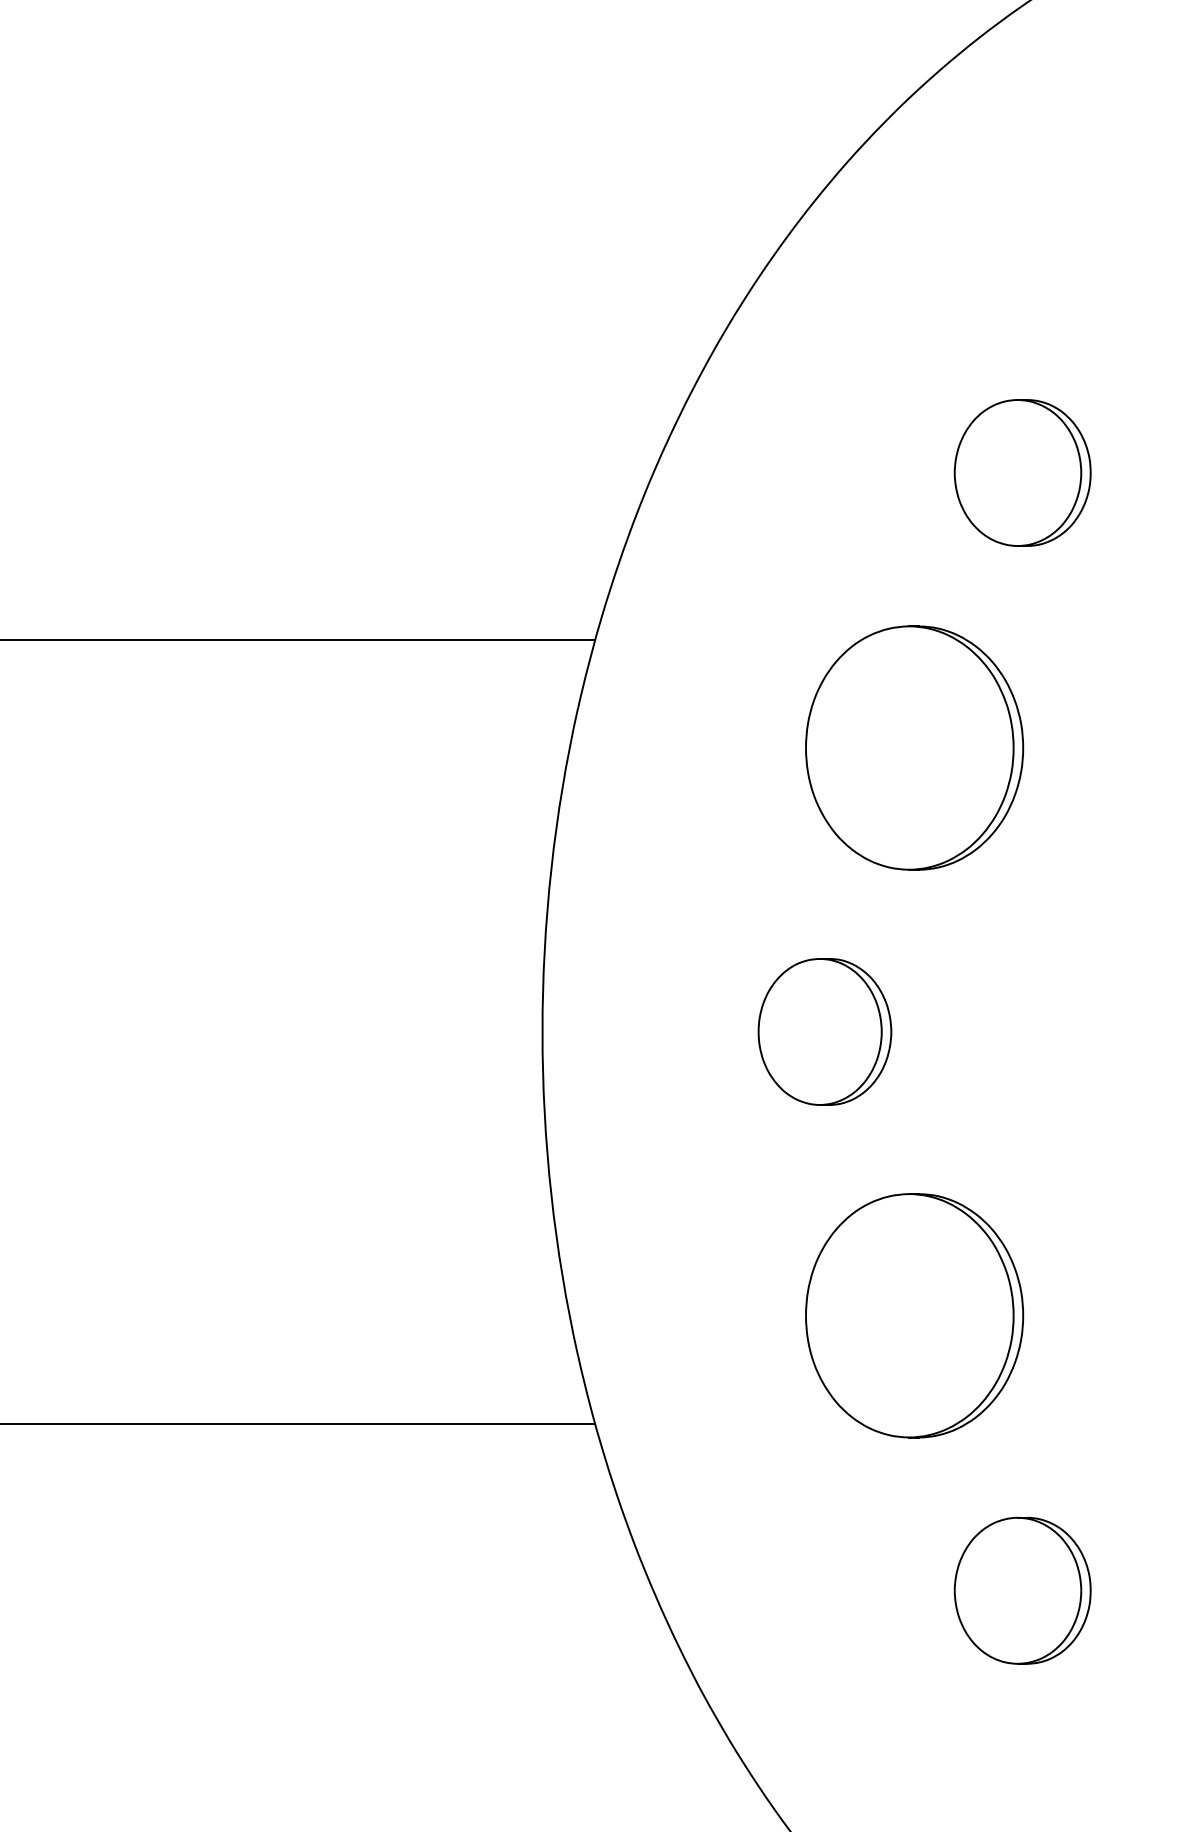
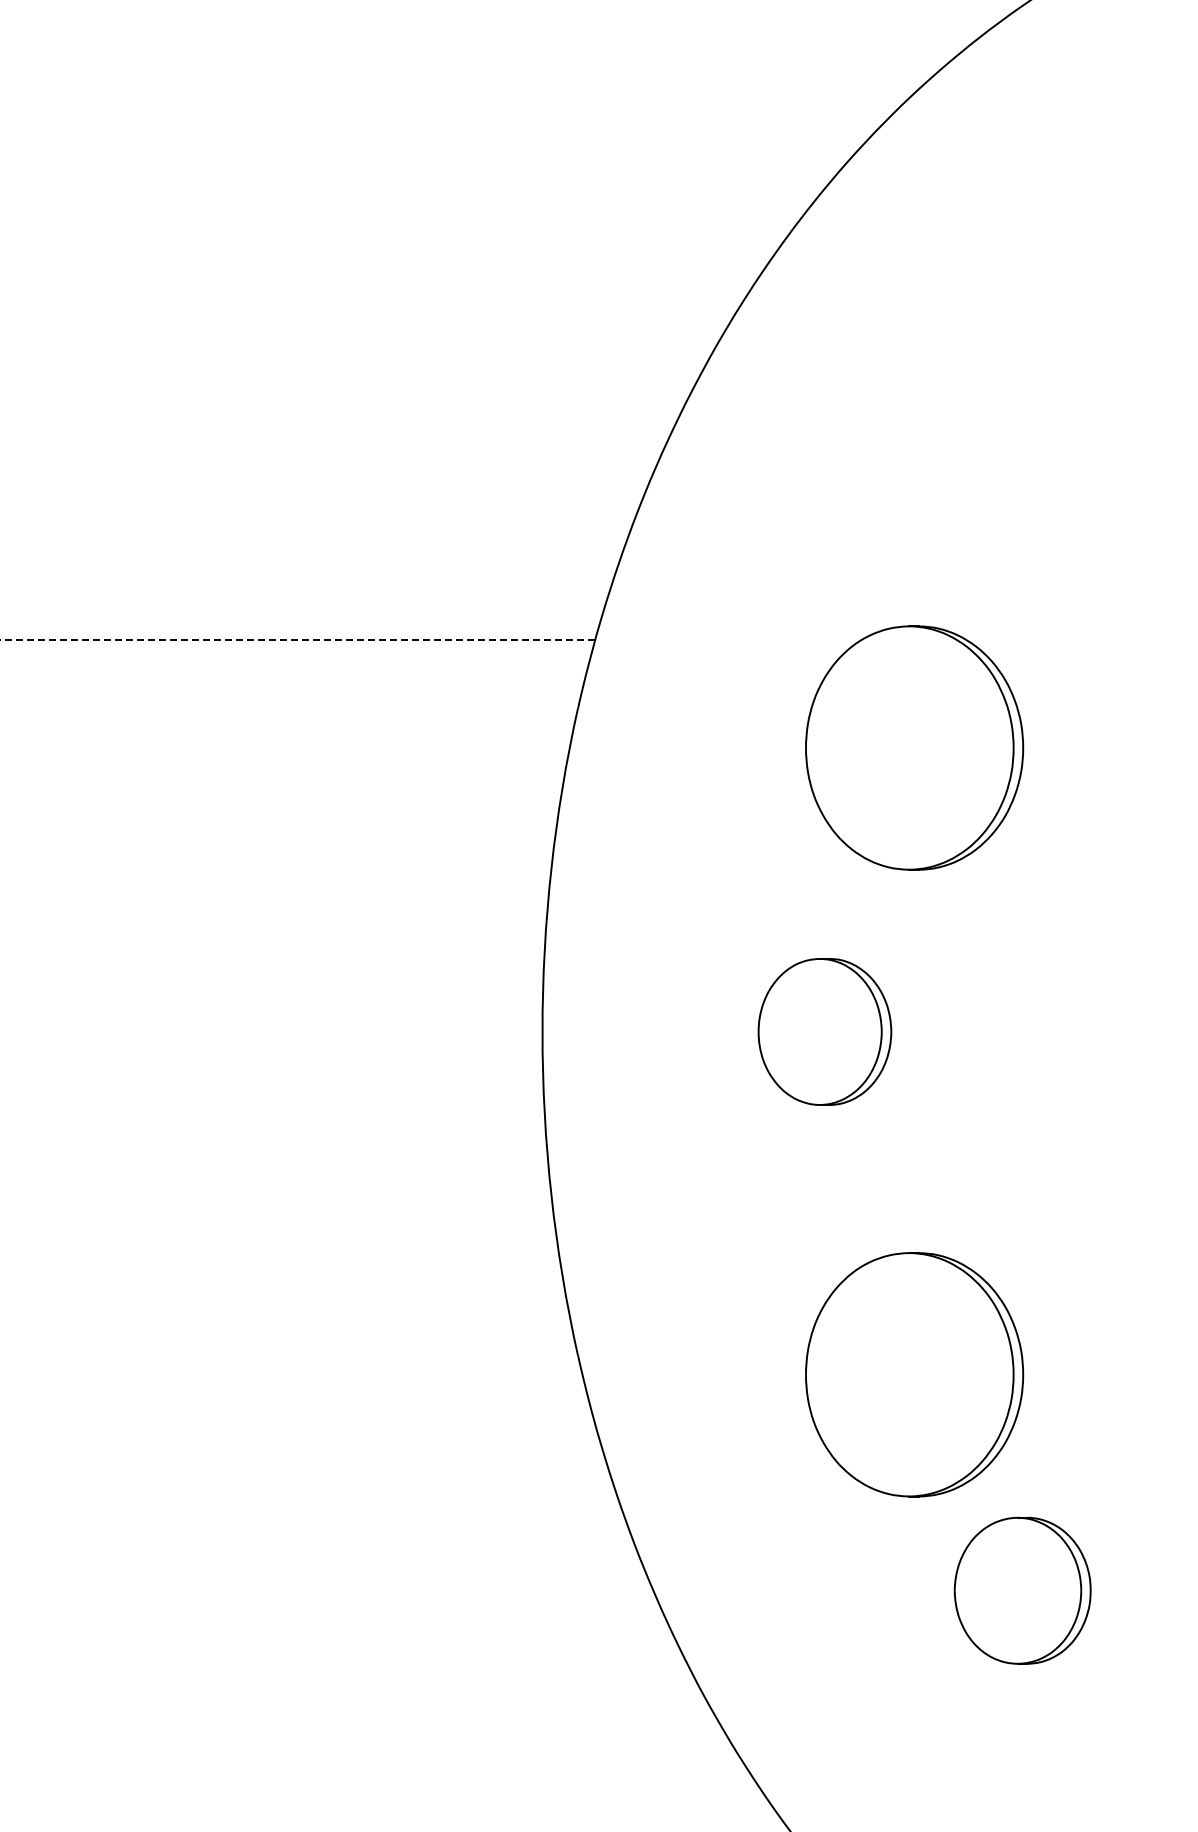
part at (1022, 472): present -> none
line at (297, 640): solid -> dashed
part at (914, 1315) position: (914, 1315) -> (914, 1374)
line at (298, 1423): present -> none
